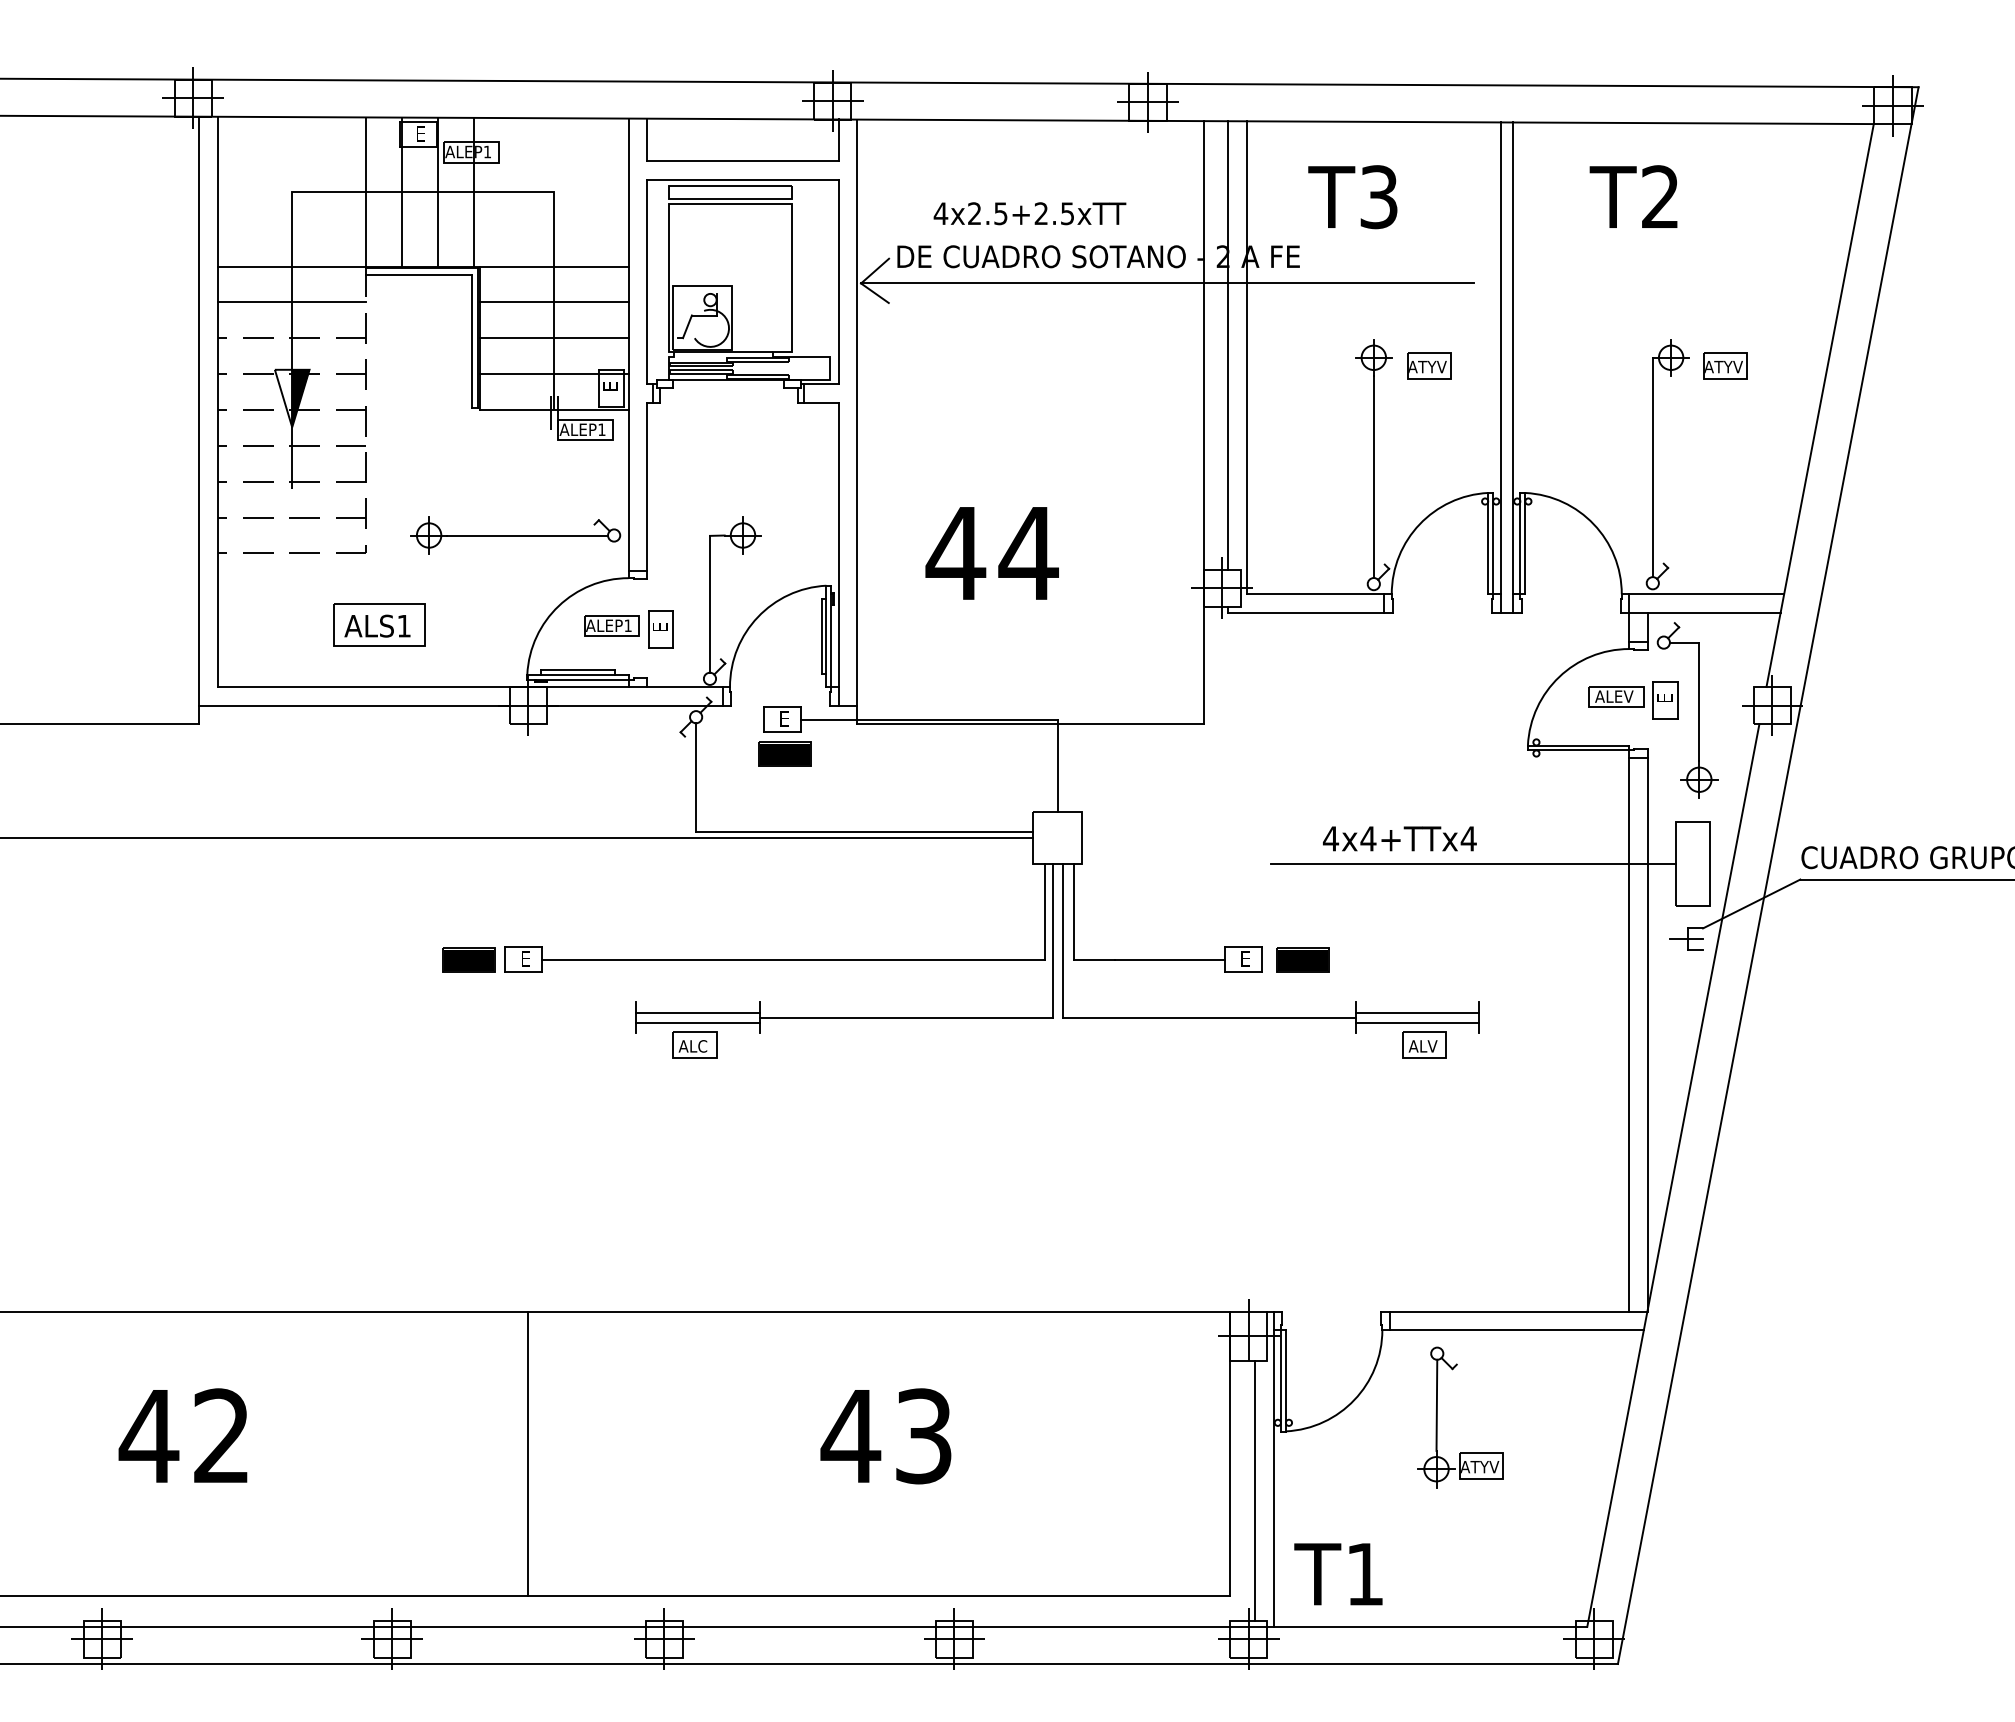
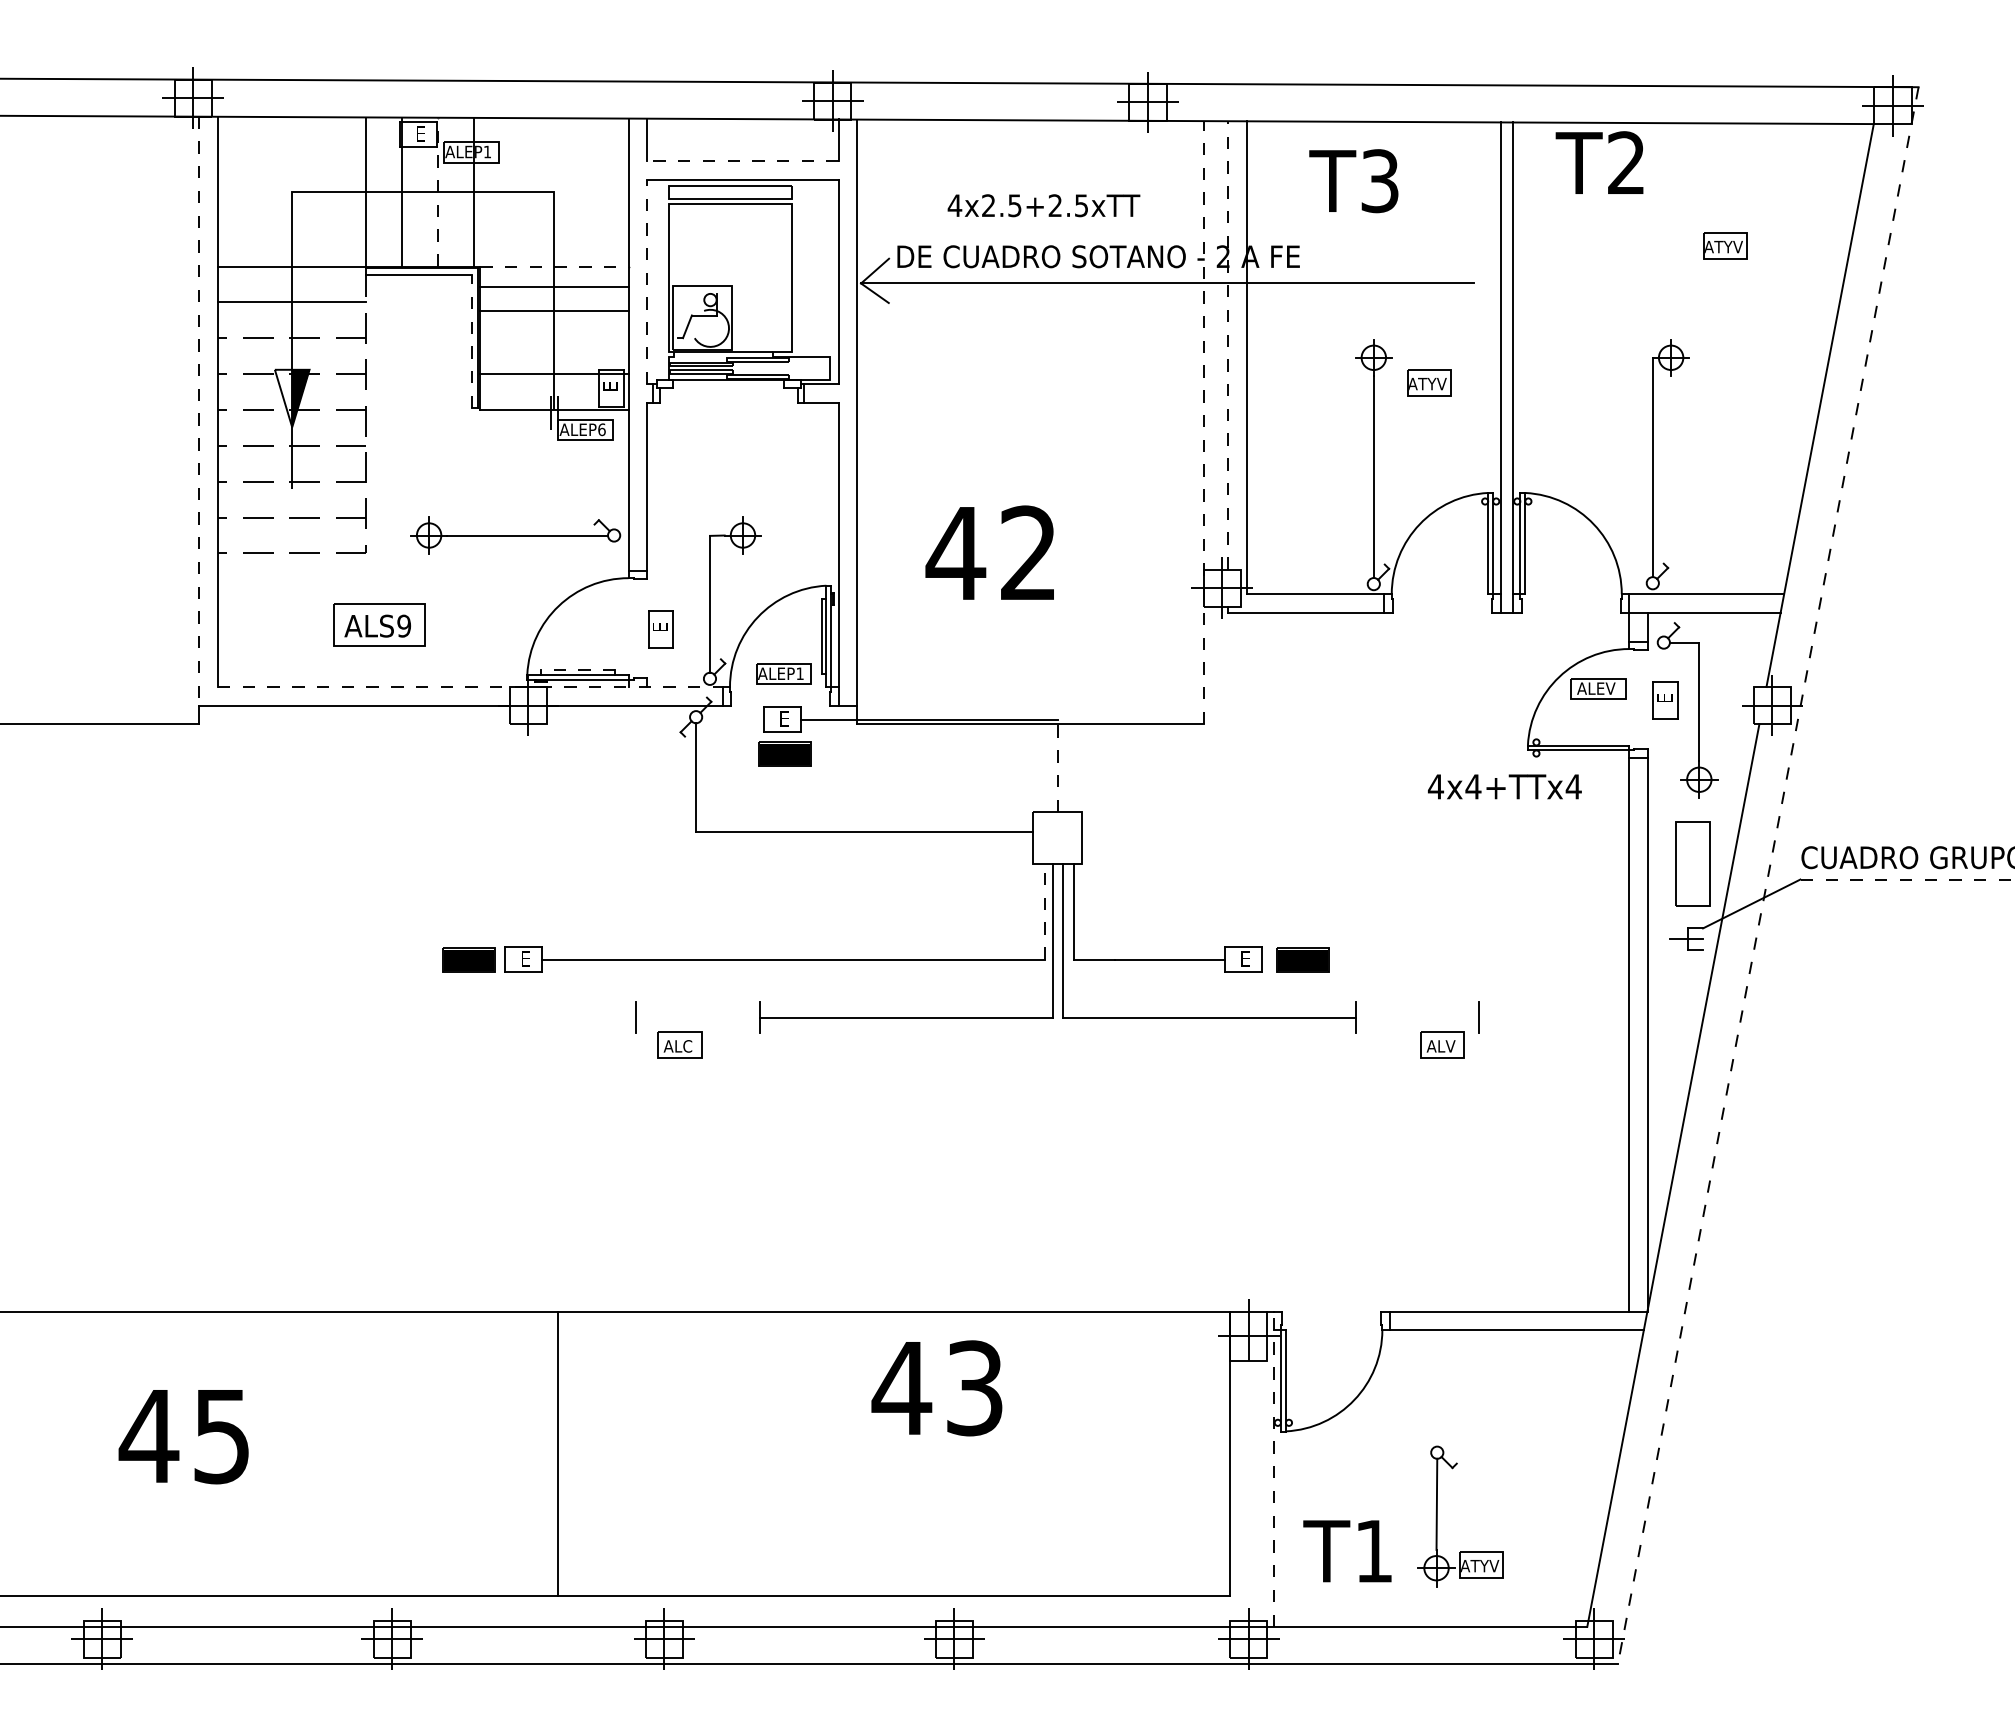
line at (743, 161): solid -> dashed
line at (438, 191): solid -> dashed
text at (1633, 196) position: (1633, 196) -> (1599, 162)
text at (1352, 197) position: (1352, 197) -> (1353, 181)
text at (1029, 213) position: (1029, 213) -> (1043, 205)
line at (554, 266): solid -> dashed
line at (647, 281): solid -> dashed
line at (554, 302) position: (554, 302) -> (554, 287)
line at (554, 338) position: (554, 338) -> (554, 311)
line at (472, 341): solid -> dashed
line at (1228, 344): solid -> dashed
part at (1429, 365) position: (1429, 365) -> (1429, 382)
part at (1725, 365) position: (1725, 365) -> (1725, 245)
line at (199, 411): solid -> dashed
line at (1203, 422): solid -> dashed
text at (601, 429): ALEP1 -> ALEP6
text at (1028, 552): 44 -> 42
text at (404, 625): ALS1 -> ALS9
part at (611, 625) position: (611, 625) -> (783, 673)
line at (577, 670): solid -> dashed
line at (470, 687): solid -> dashed
part at (1616, 696) position: (1616, 696) -> (1598, 688)
line at (1057, 765): solid -> dashed
line at (517, 838): present -> none
text at (1399, 838) position: (1399, 838) -> (1504, 786)
line at (1473, 864): present -> none
line at (1768, 875): solid -> dashed
line at (1907, 879): solid -> dashed
line at (1044, 911): solid -> dashed
line at (697, 1012): present -> none
line at (1417, 1012): present -> none
line at (697, 1022): present -> none
line at (1417, 1022): present -> none
part at (694, 1044) position: (694, 1044) -> (679, 1044)
part at (1424, 1044) position: (1424, 1044) -> (1442, 1044)
part at (1437, 1417) position: (1437, 1417) -> (1437, 1516)
text at (221, 1436): 42 -> 45
text at (885, 1436) position: (885, 1436) -> (936, 1388)
line at (528, 1453) position: (528, 1453) -> (558, 1453)
line at (1273, 1469): solid -> dashed
line at (1254, 1490): present -> none
text at (1338, 1574) position: (1338, 1574) -> (1347, 1551)
